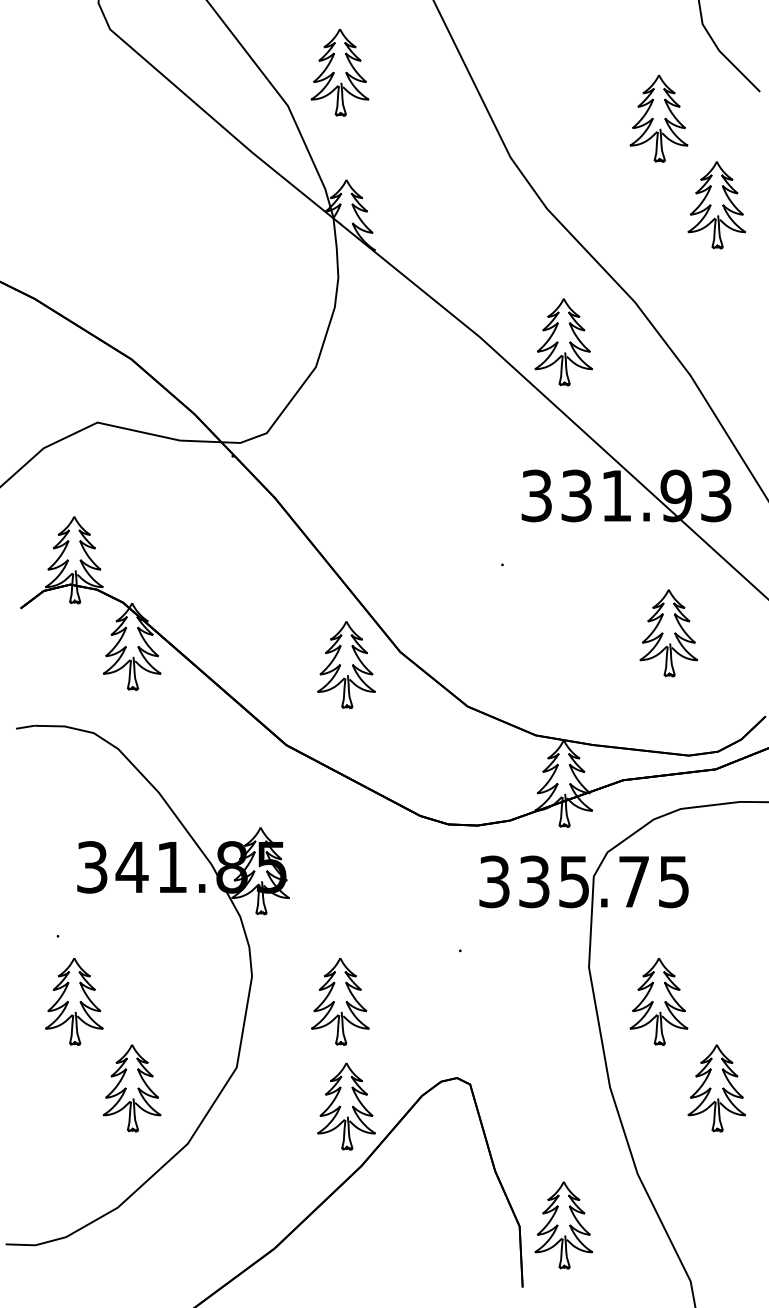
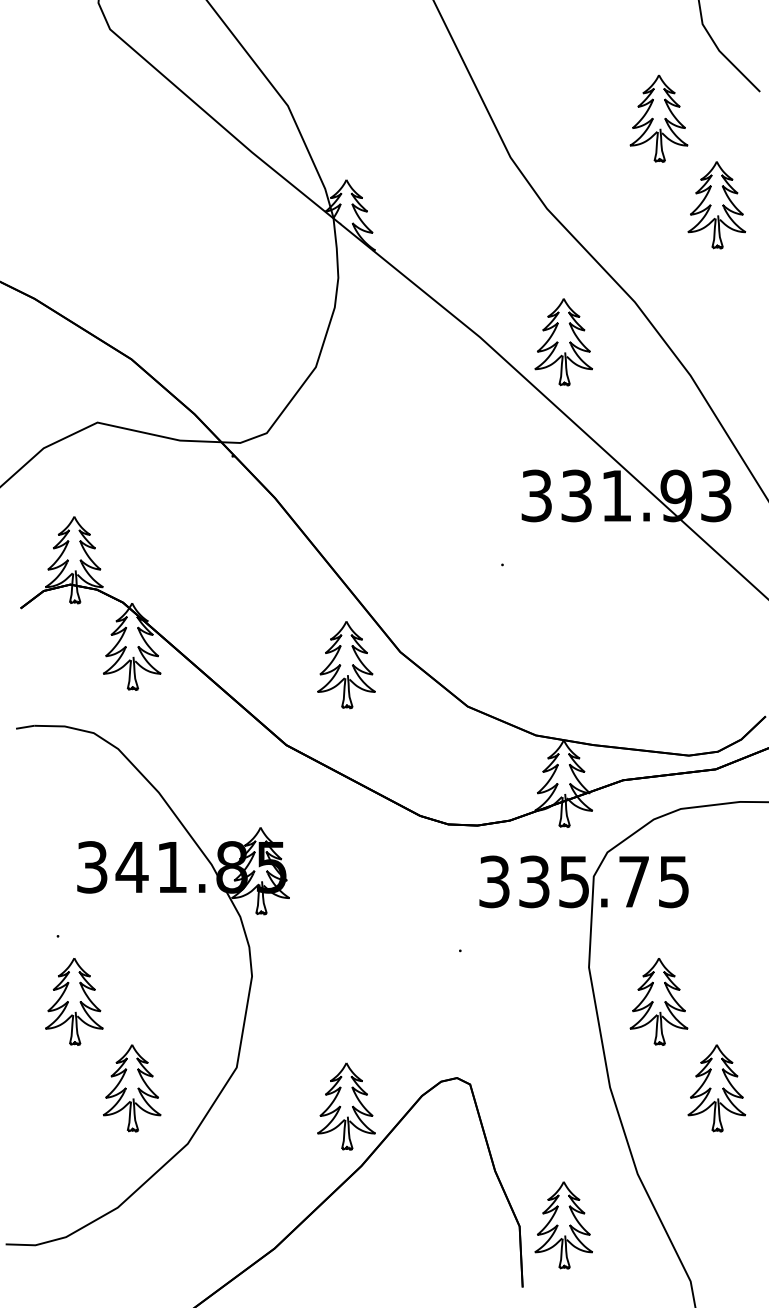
part at (339, 72): present -> none
part at (668, 633): present -> none
part at (340, 1001): present -> none
